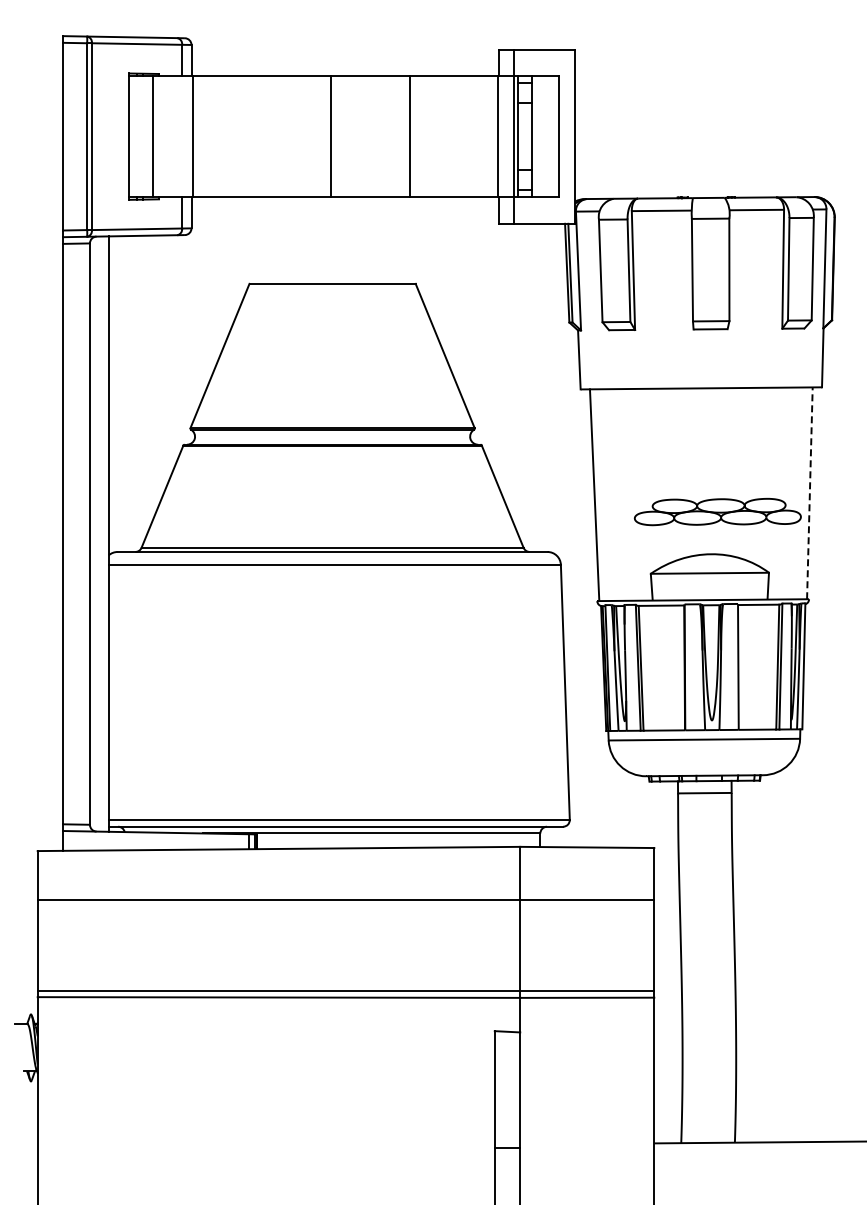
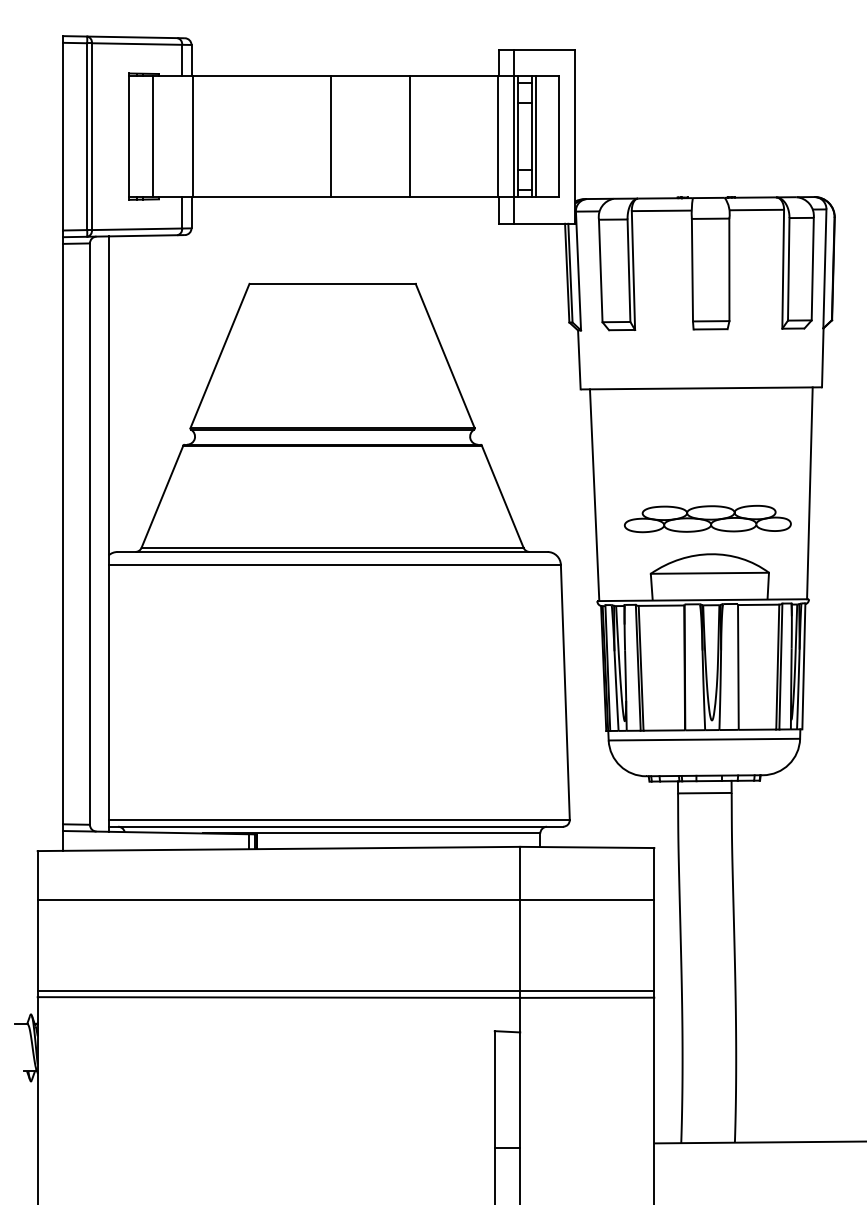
line at (536, 136): none -> present
line at (809, 493): dashed -> solid
part at (717, 511) position: (717, 511) -> (707, 518)
